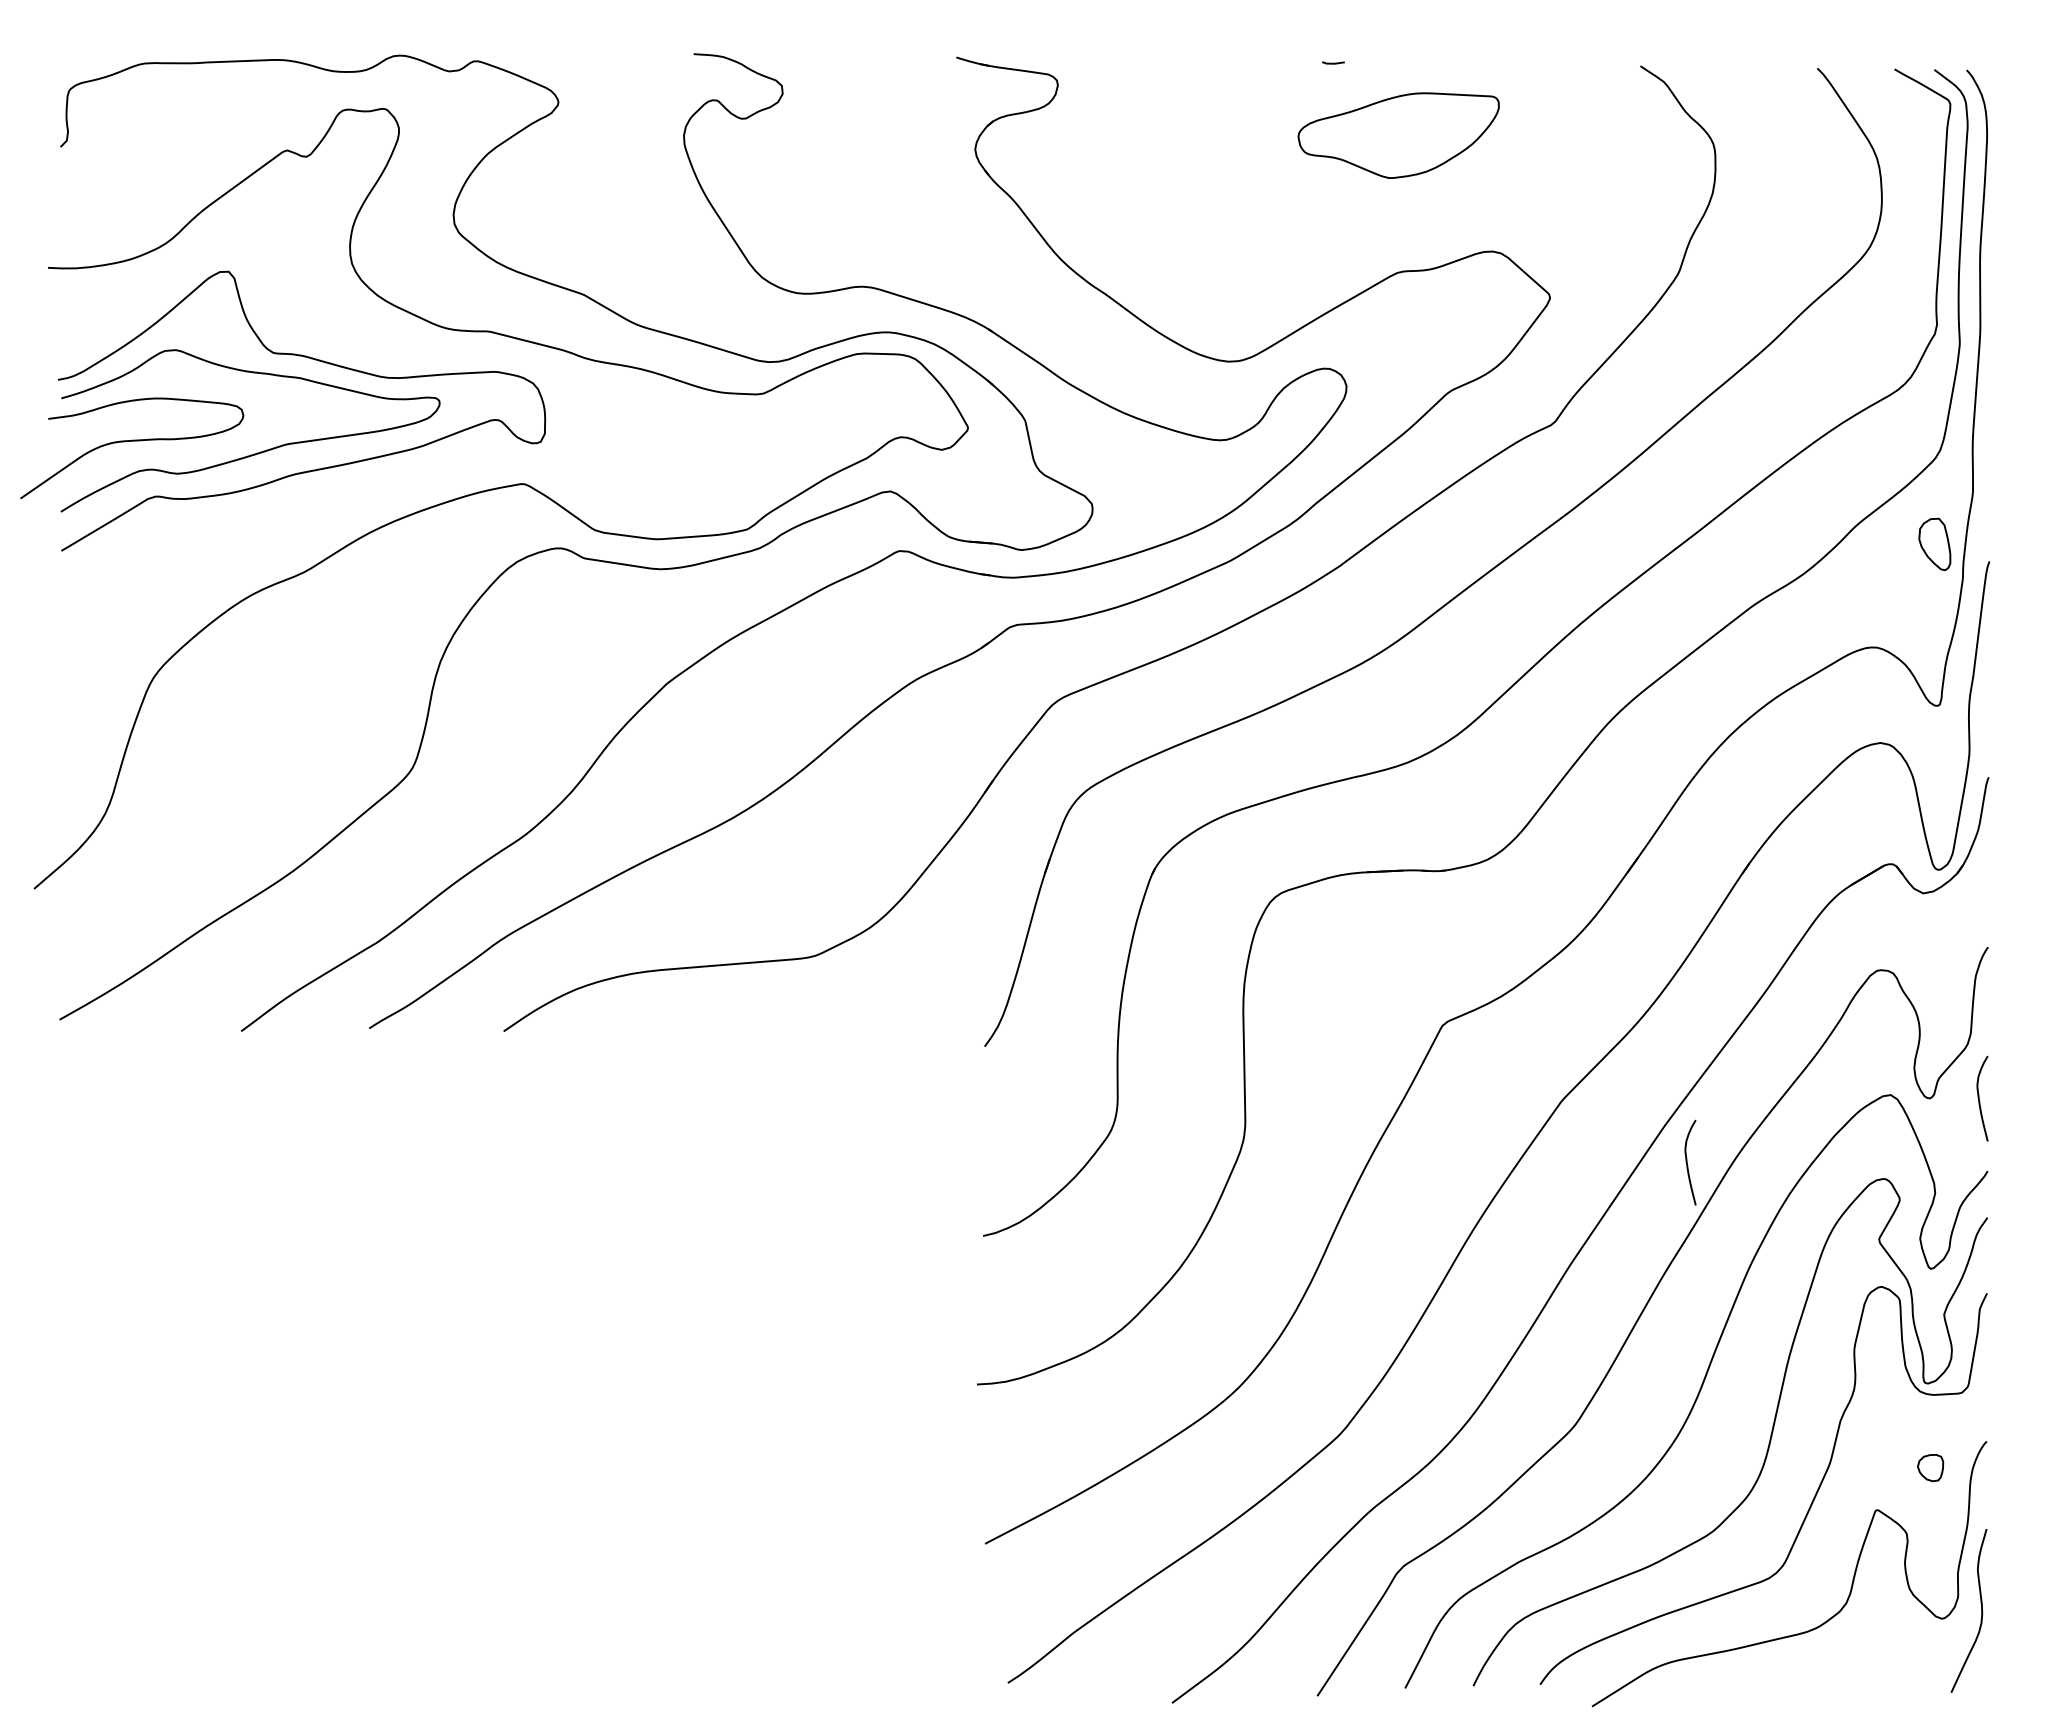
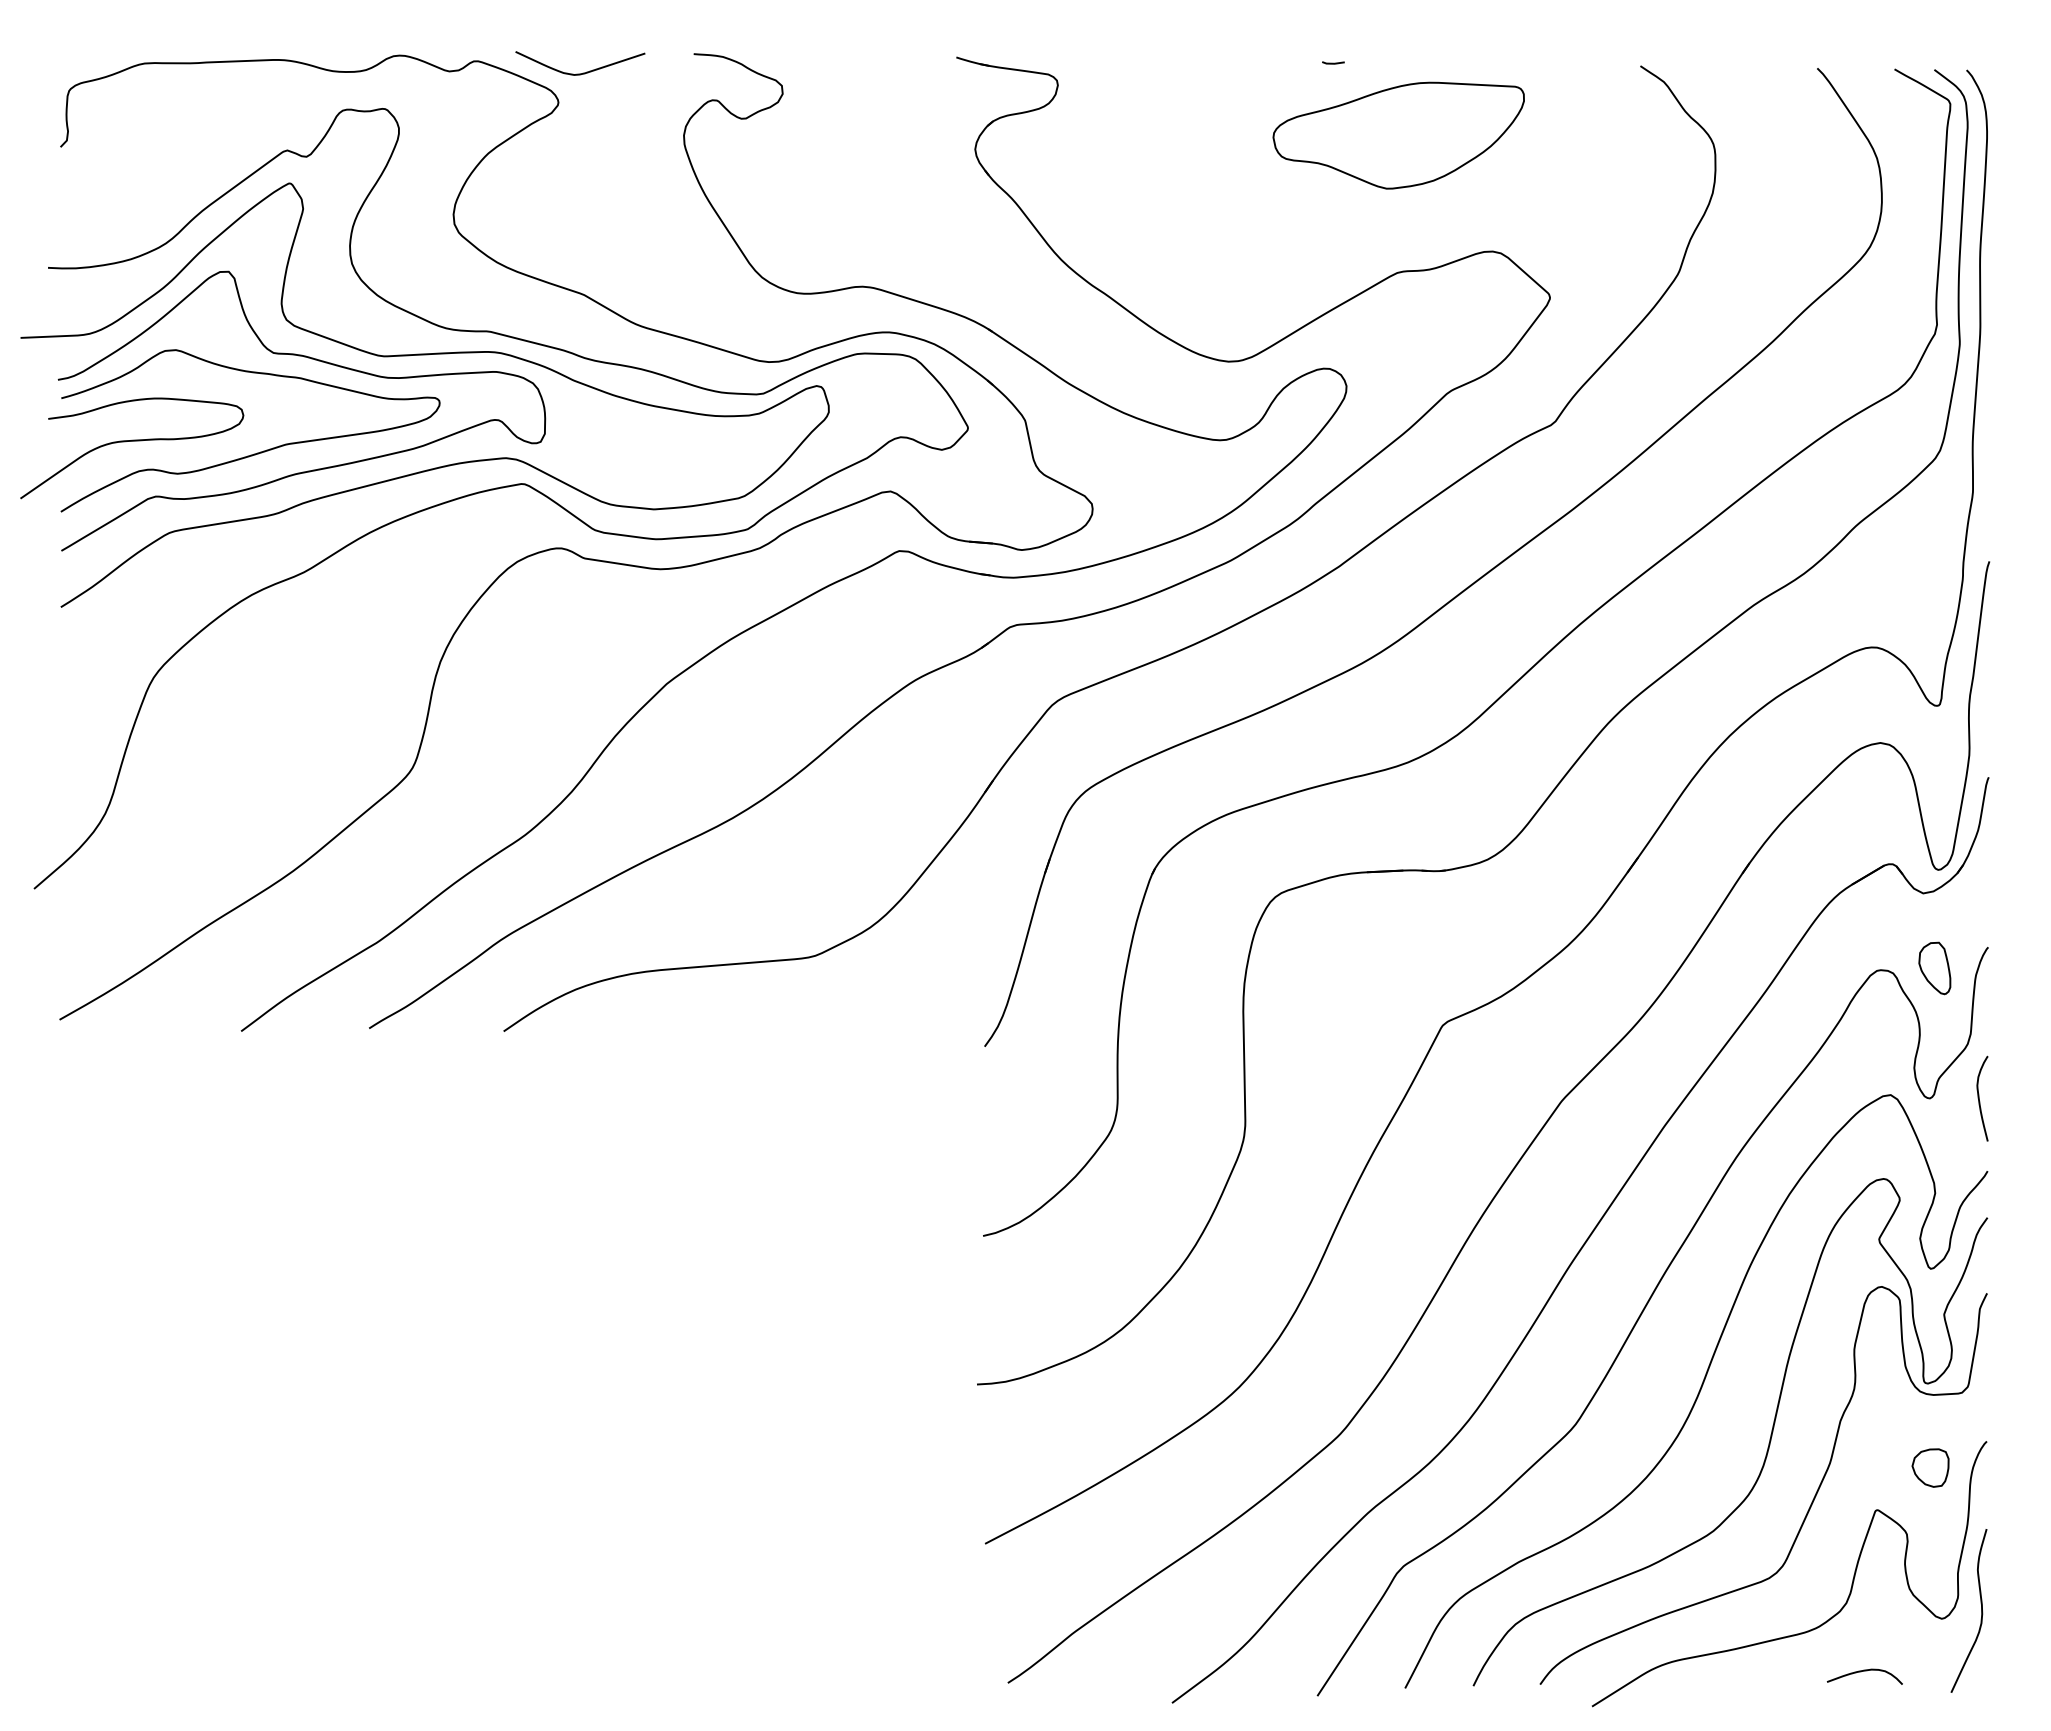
curve at (583, 72): none -> present
part at (1398, 135) size: 203x87 px -> 253x109 px
curve at (424, 355): none -> present
part at (1934, 544) position: (1934, 544) -> (1934, 968)
curve at (1687, 1162): present -> none
part at (1930, 1468) size: 28x29 px -> 39x40 px
curve at (1864, 1671): none -> present
